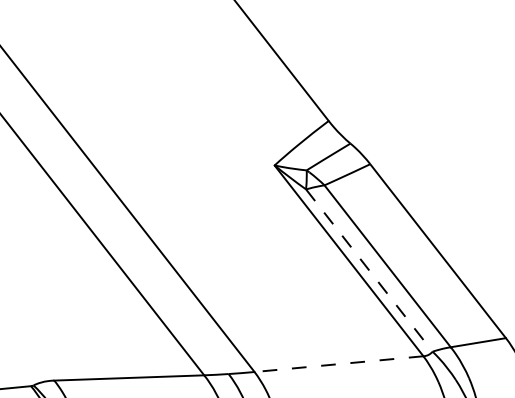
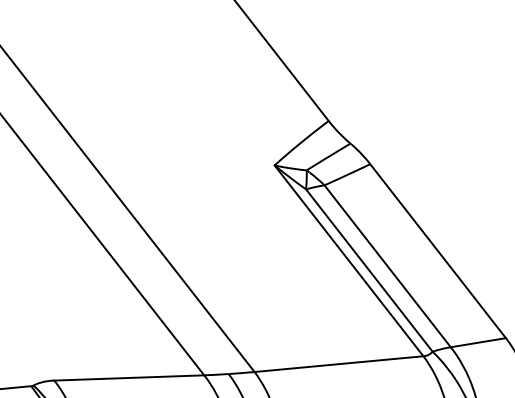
line at (369, 270): dashed -> solid
line at (339, 364): dashed -> solid
